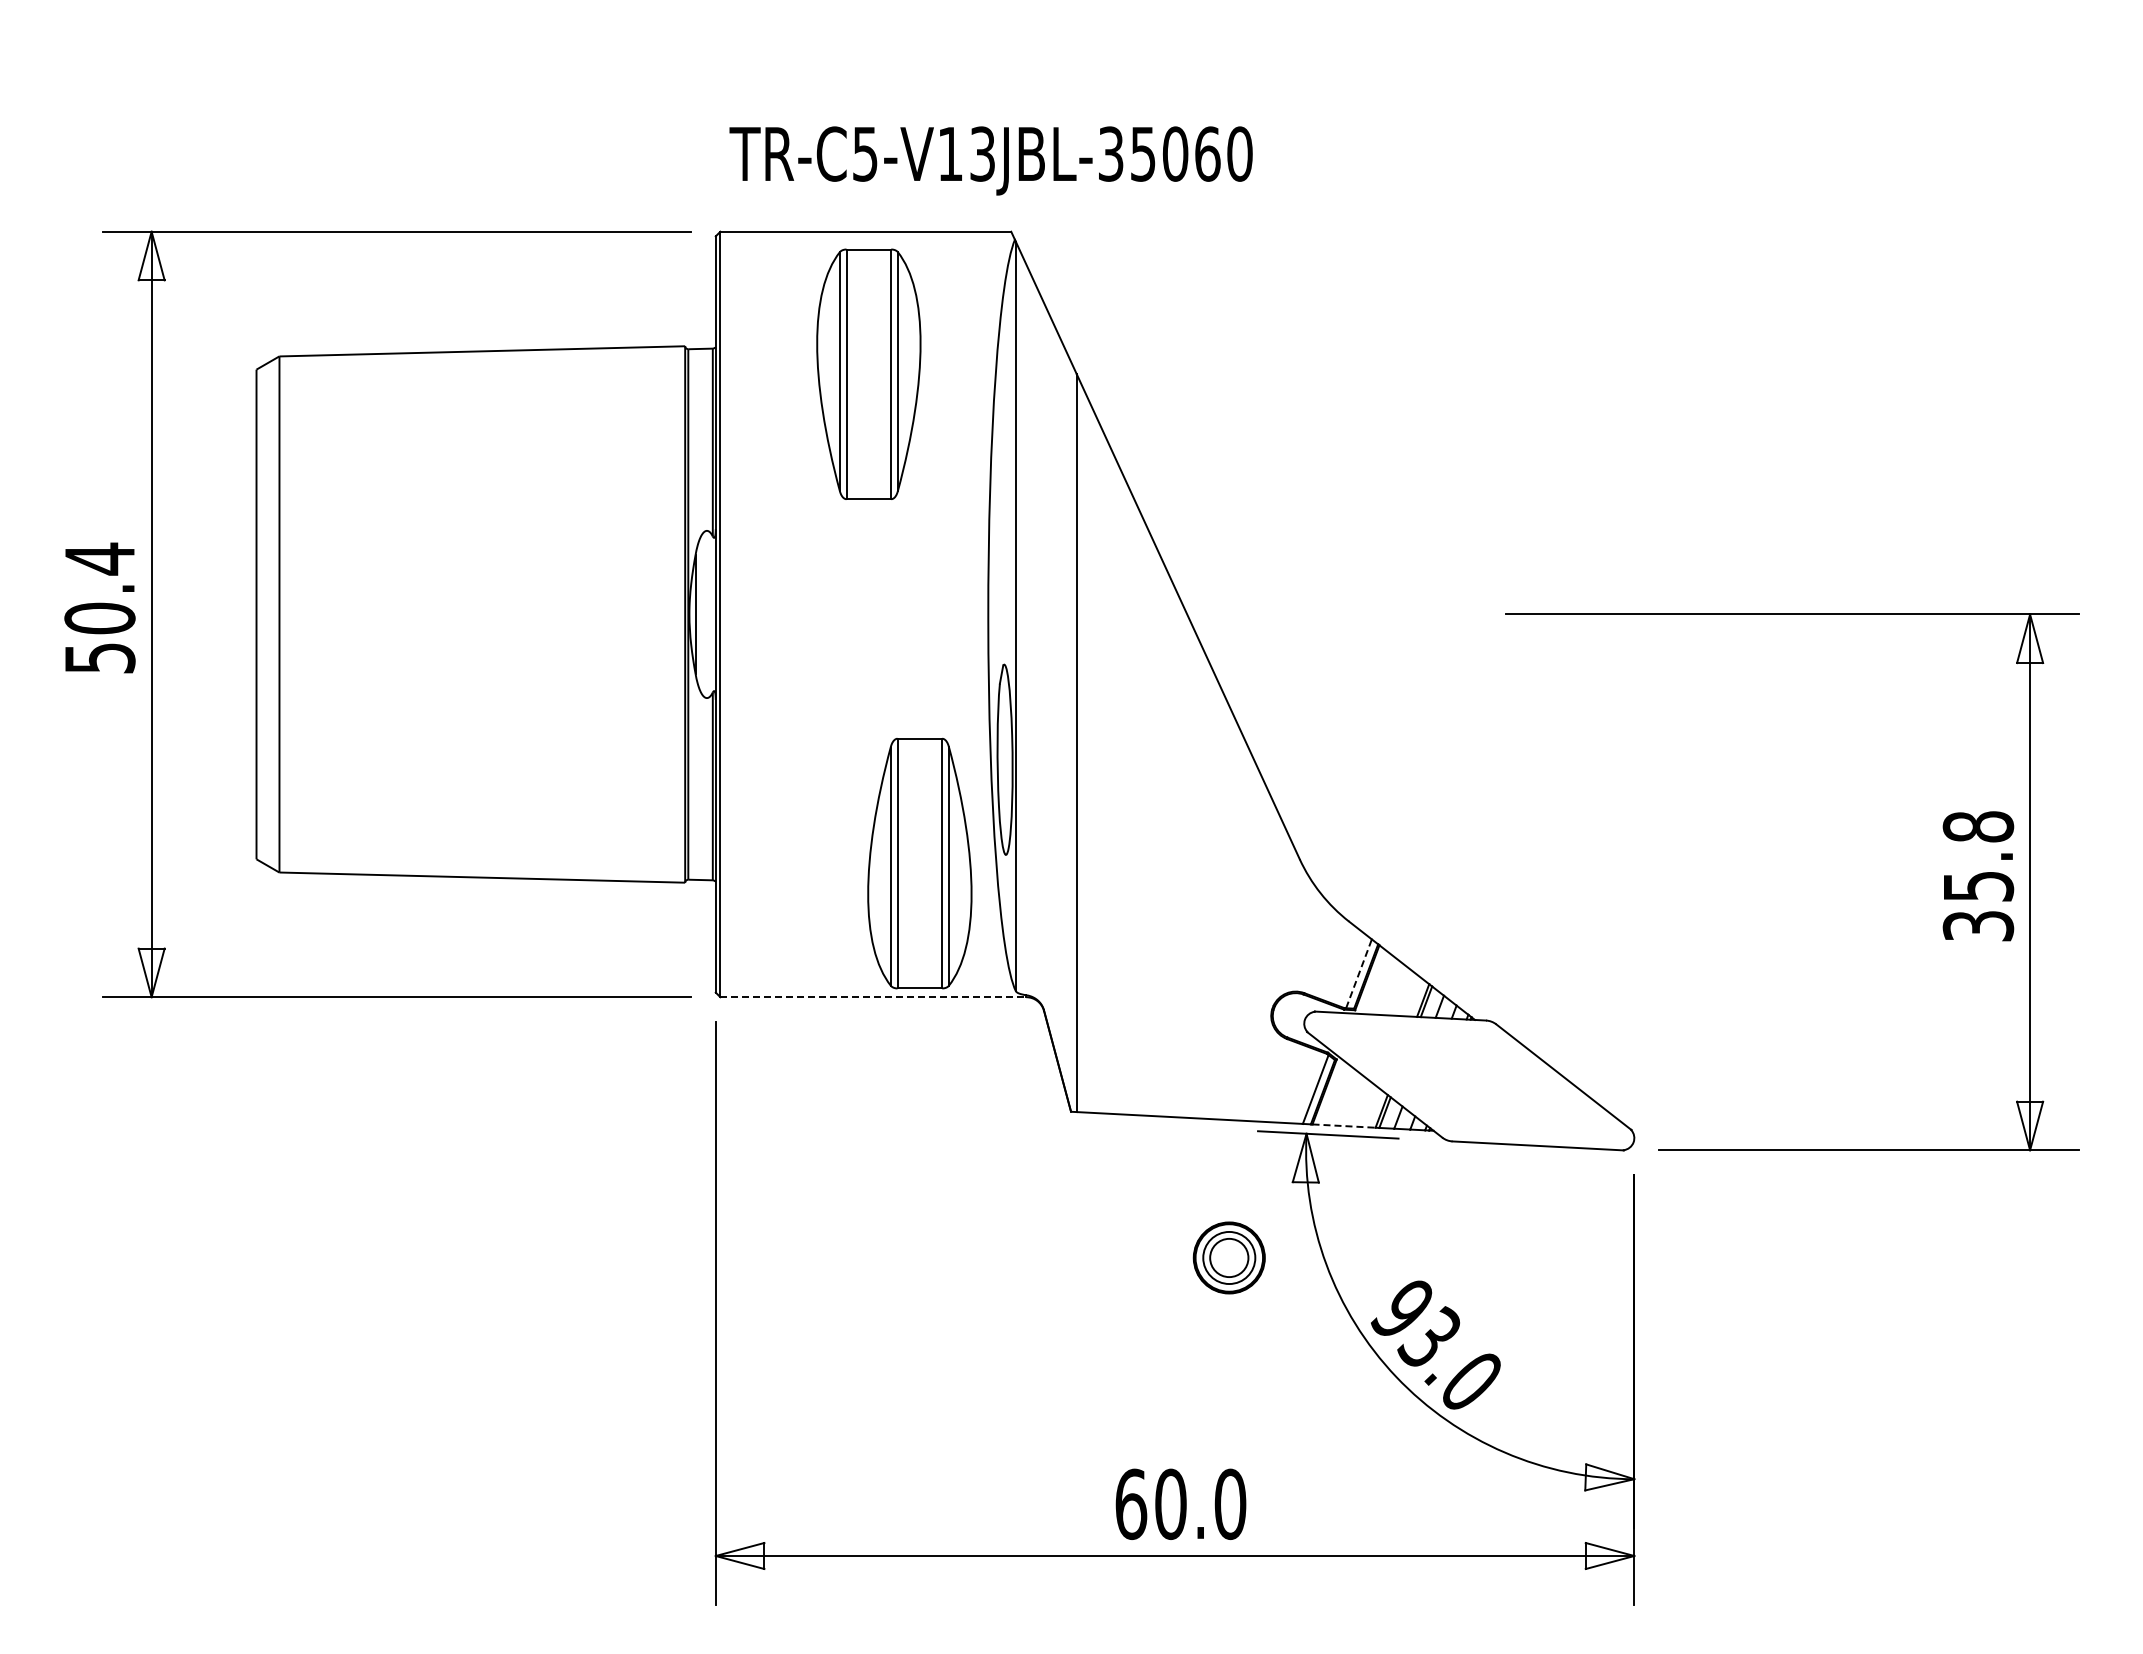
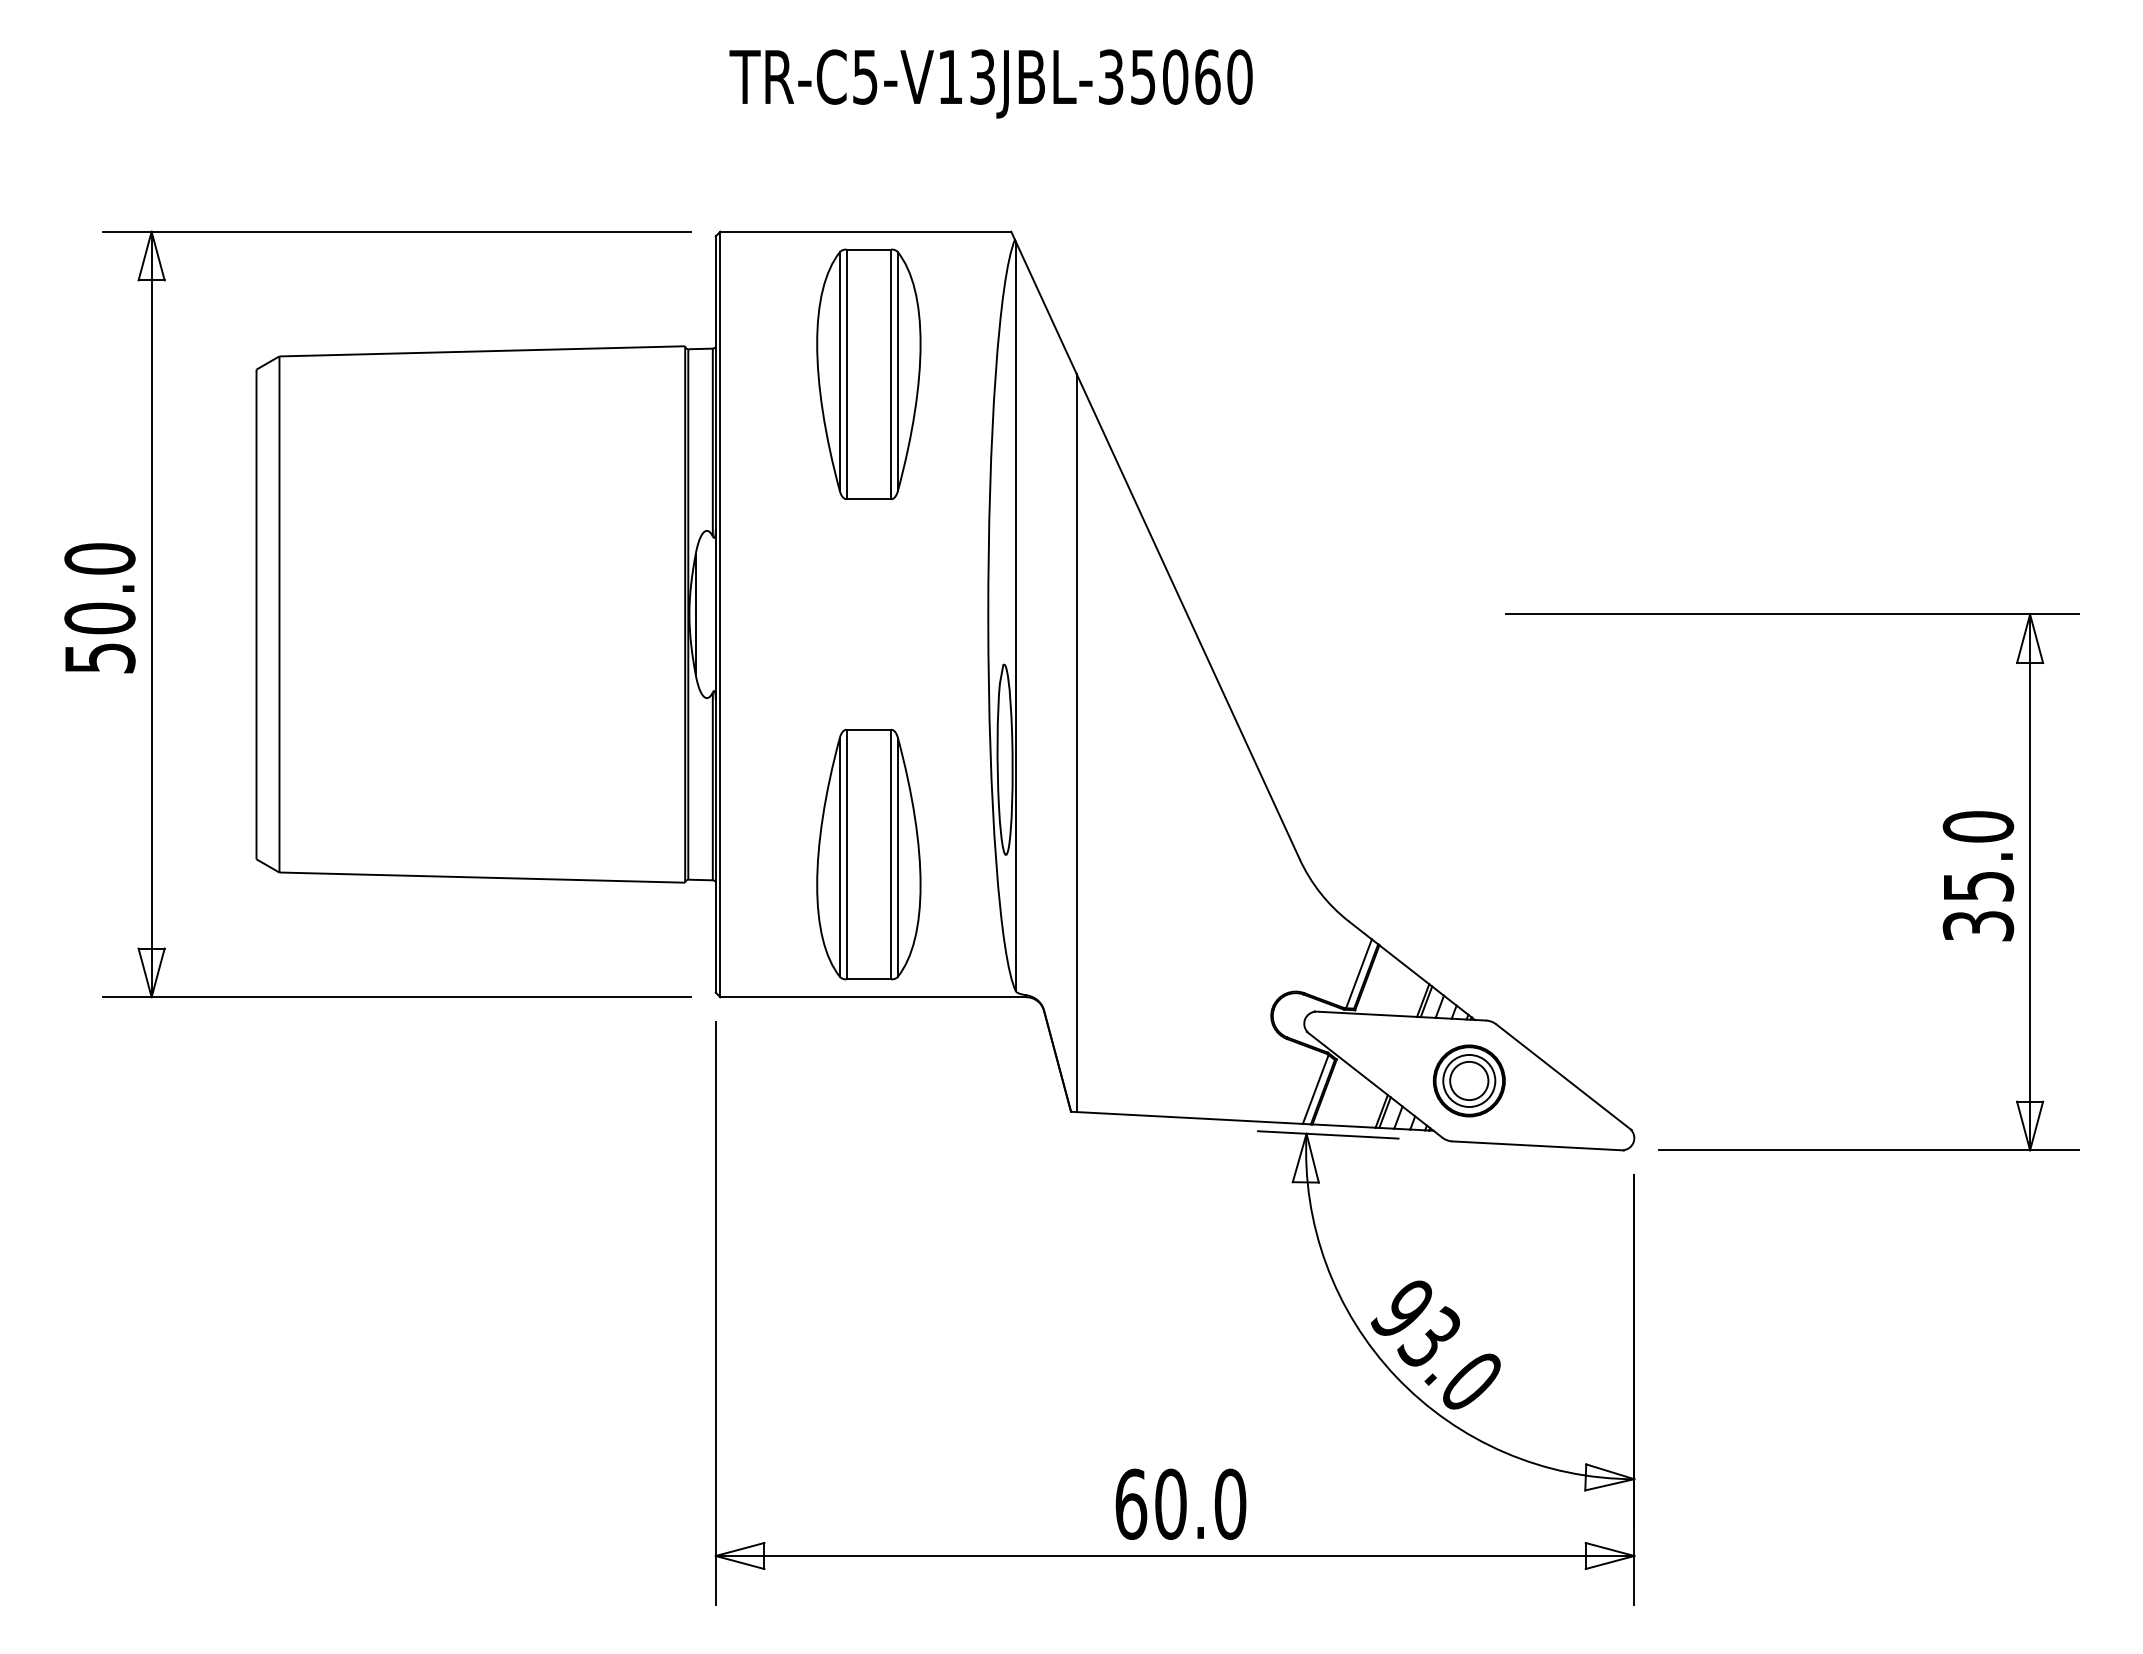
text at (990, 160) position: (990, 160) -> (990, 83)
text at (99, 558): 50.4 -> 50.0
text at (1978, 826): 35.8 -> 35.0
part at (919, 863) position: (919, 863) -> (868, 854)
line at (1359, 973): dashed -> solid
line at (873, 997): dashed -> solid
line at (1344, 1126): dashed -> solid
part at (1228, 1257) position: (1228, 1257) -> (1468, 1080)
